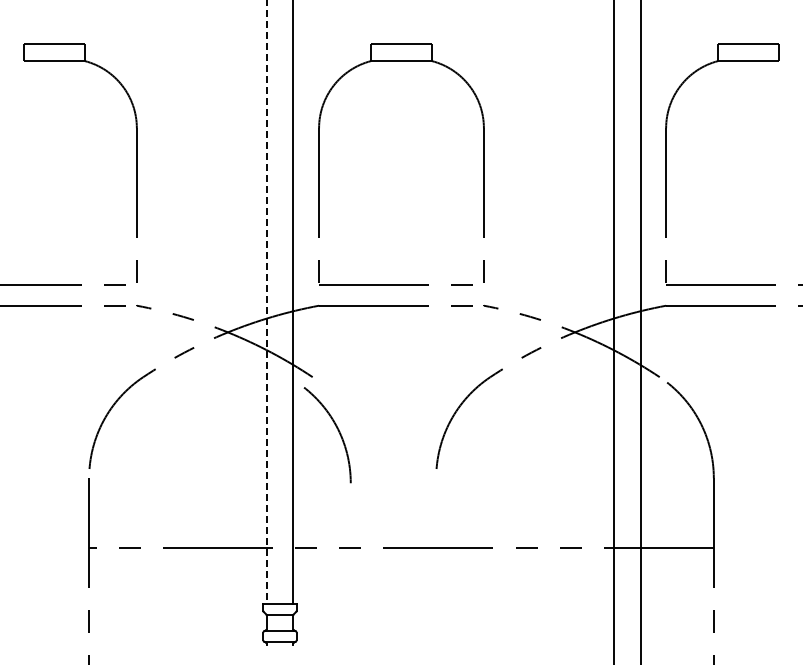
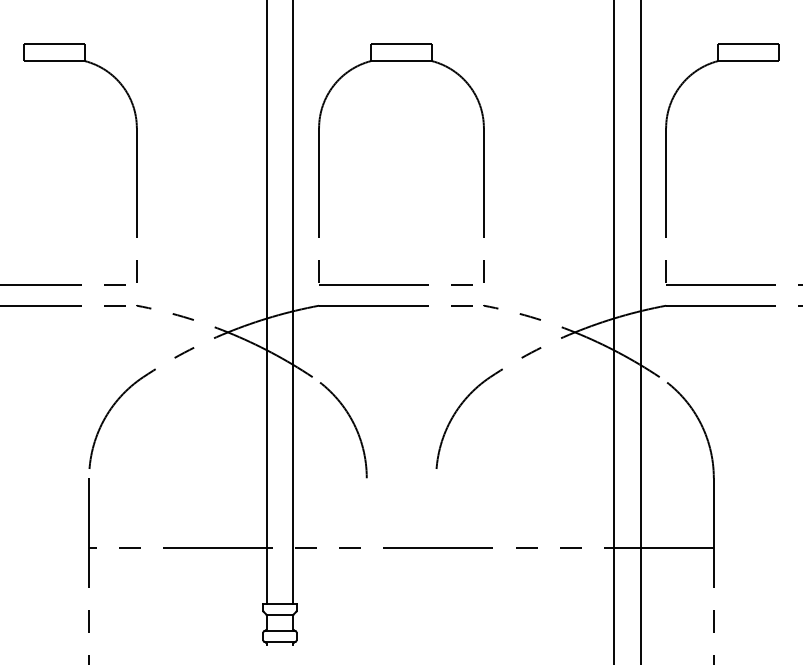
line at (266, 302): dashed -> solid
arc at (337, 430) position: (337, 430) -> (353, 425)
